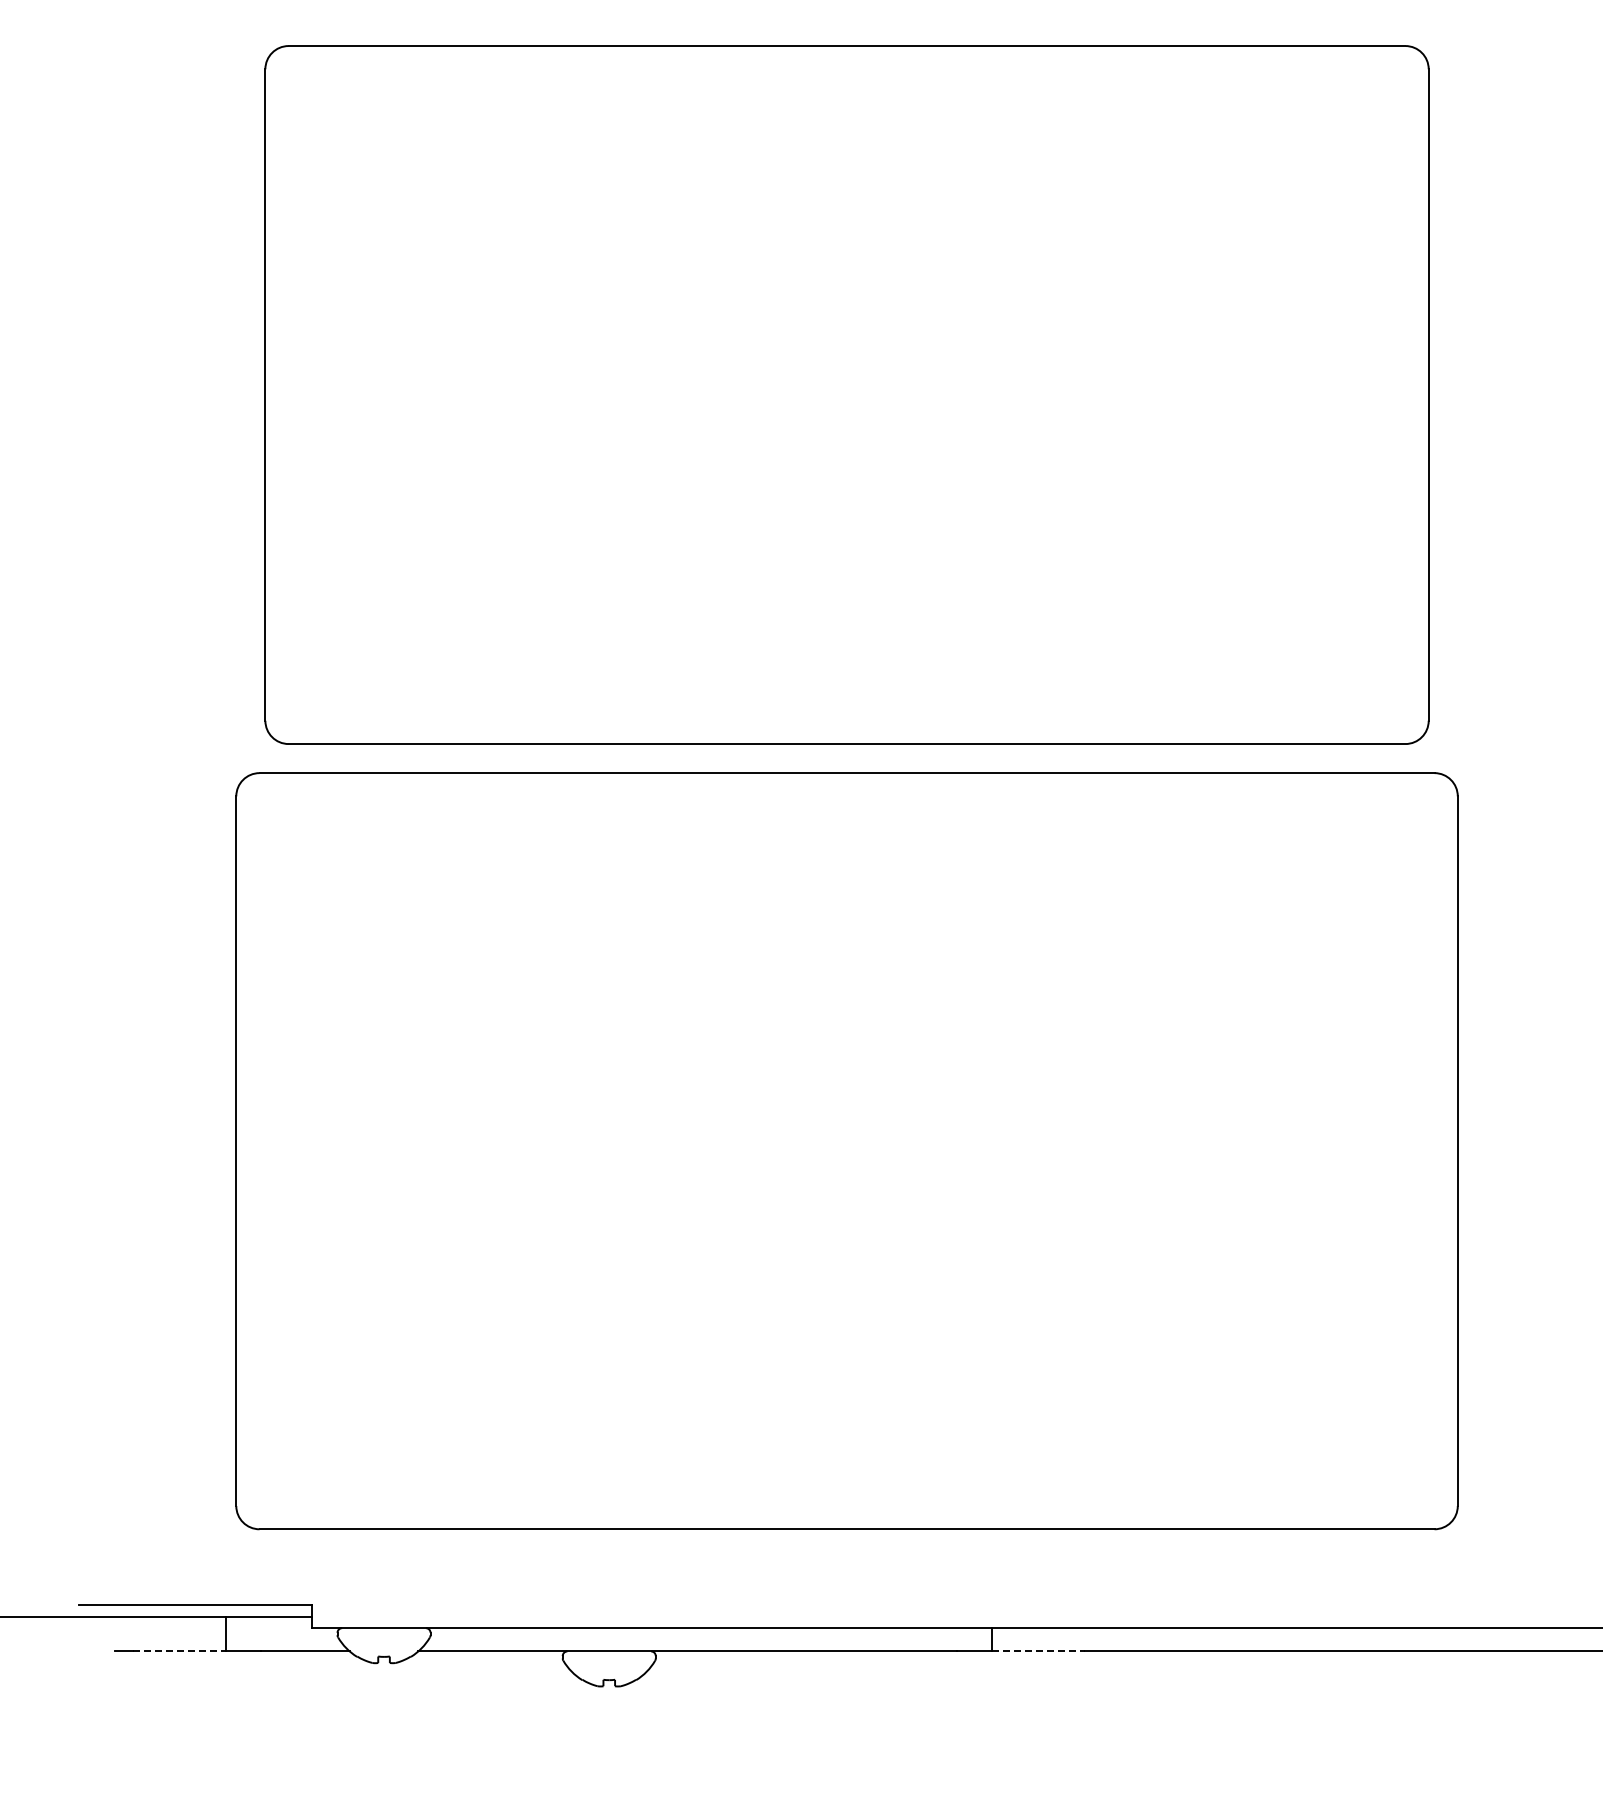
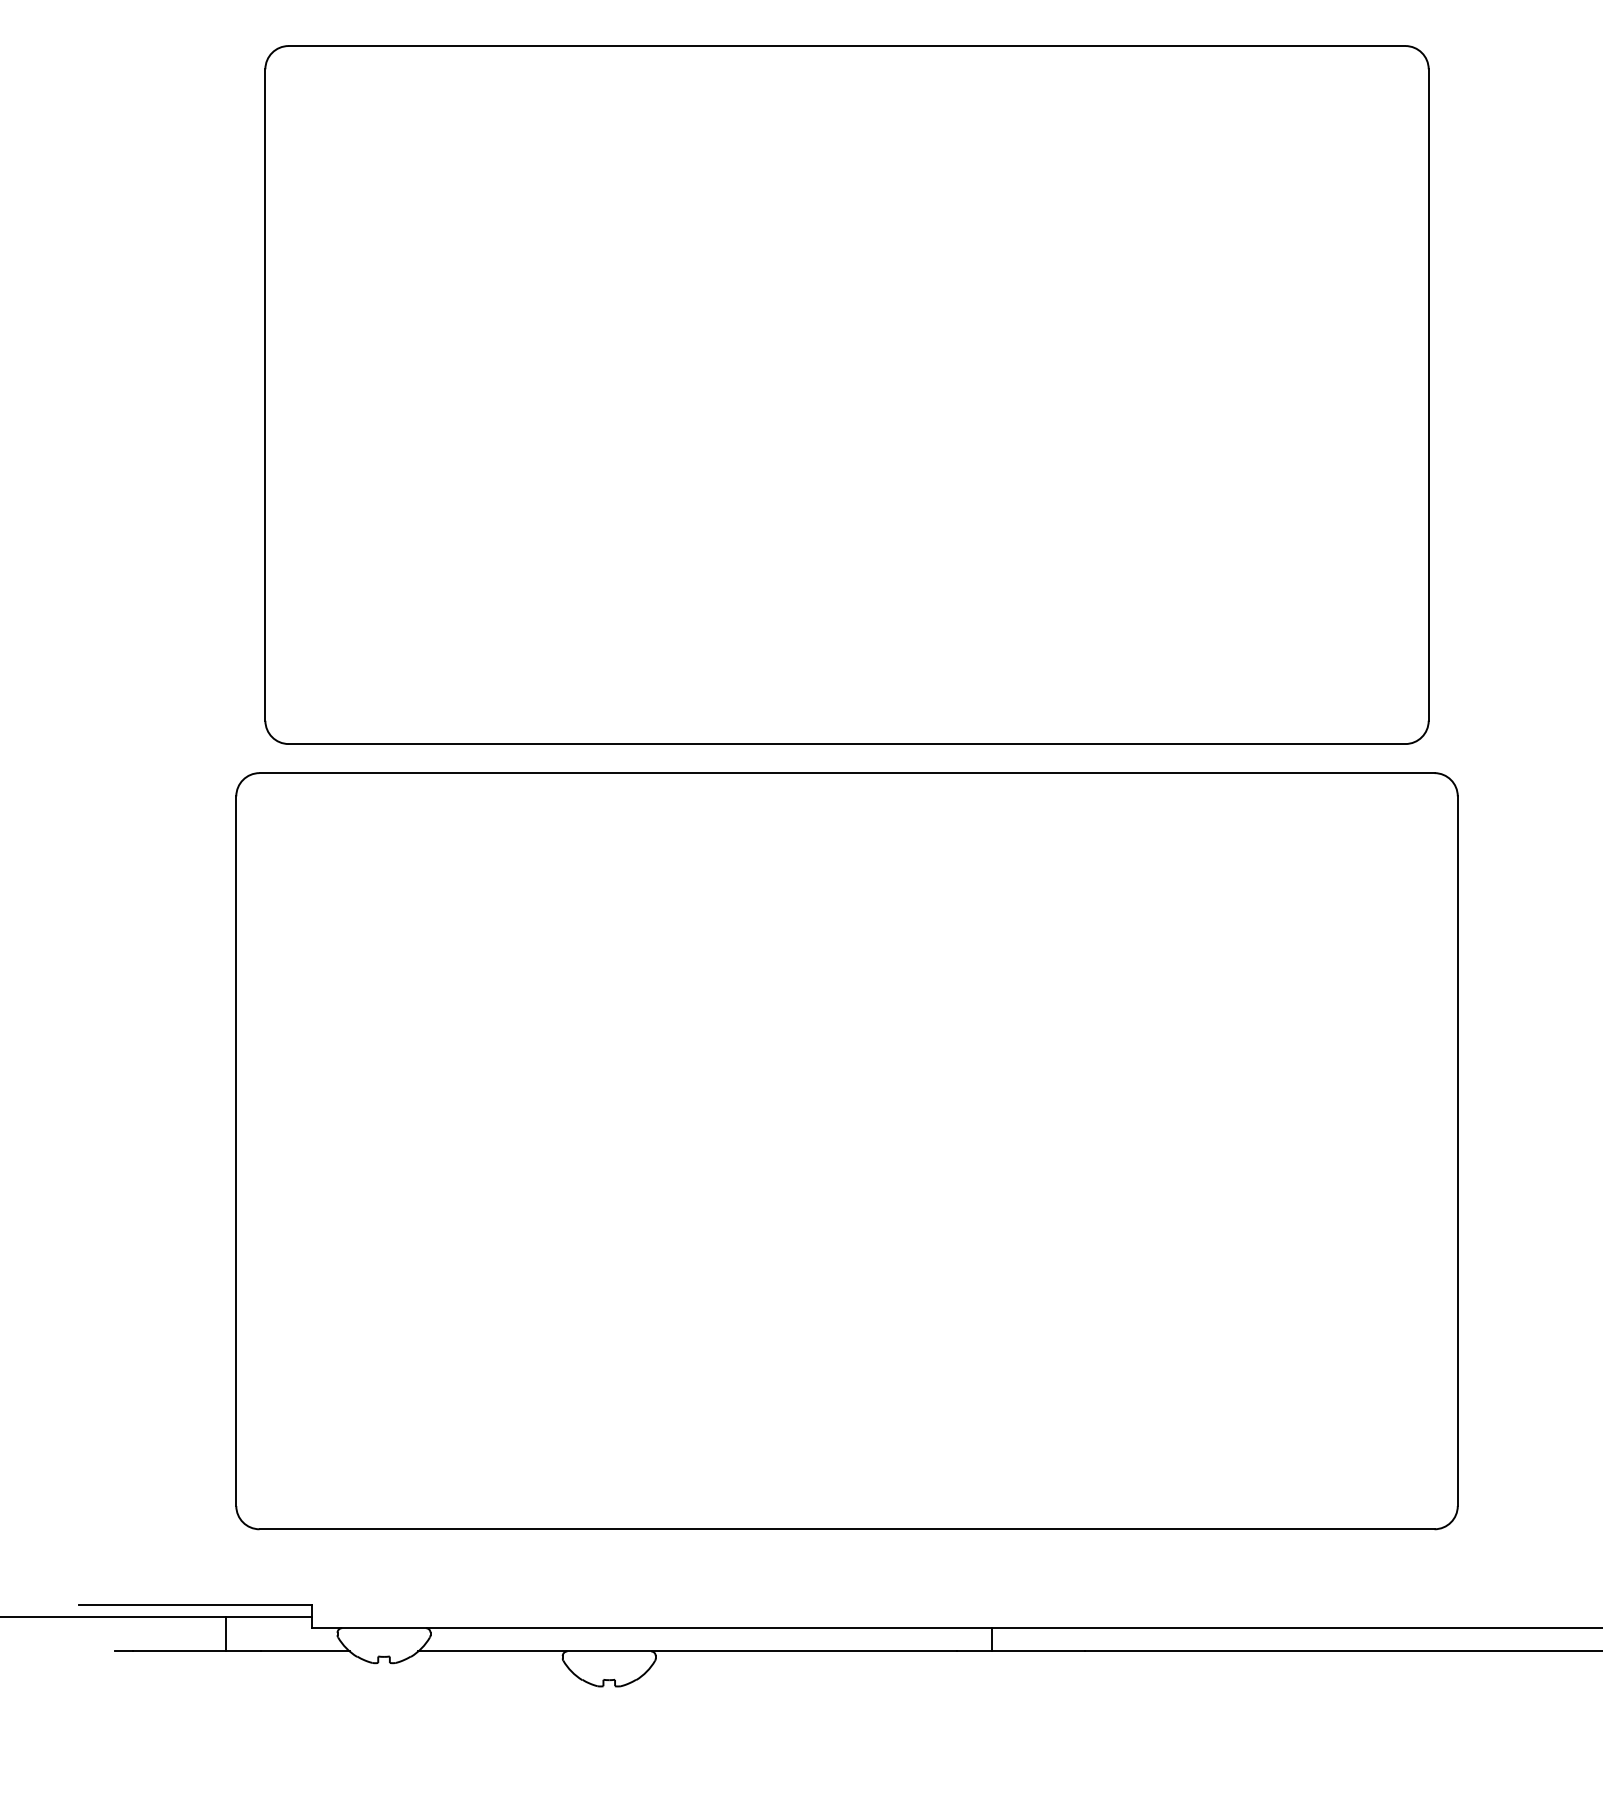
line at (179, 1651): dashed -> solid
line at (1038, 1651): dashed -> solid
